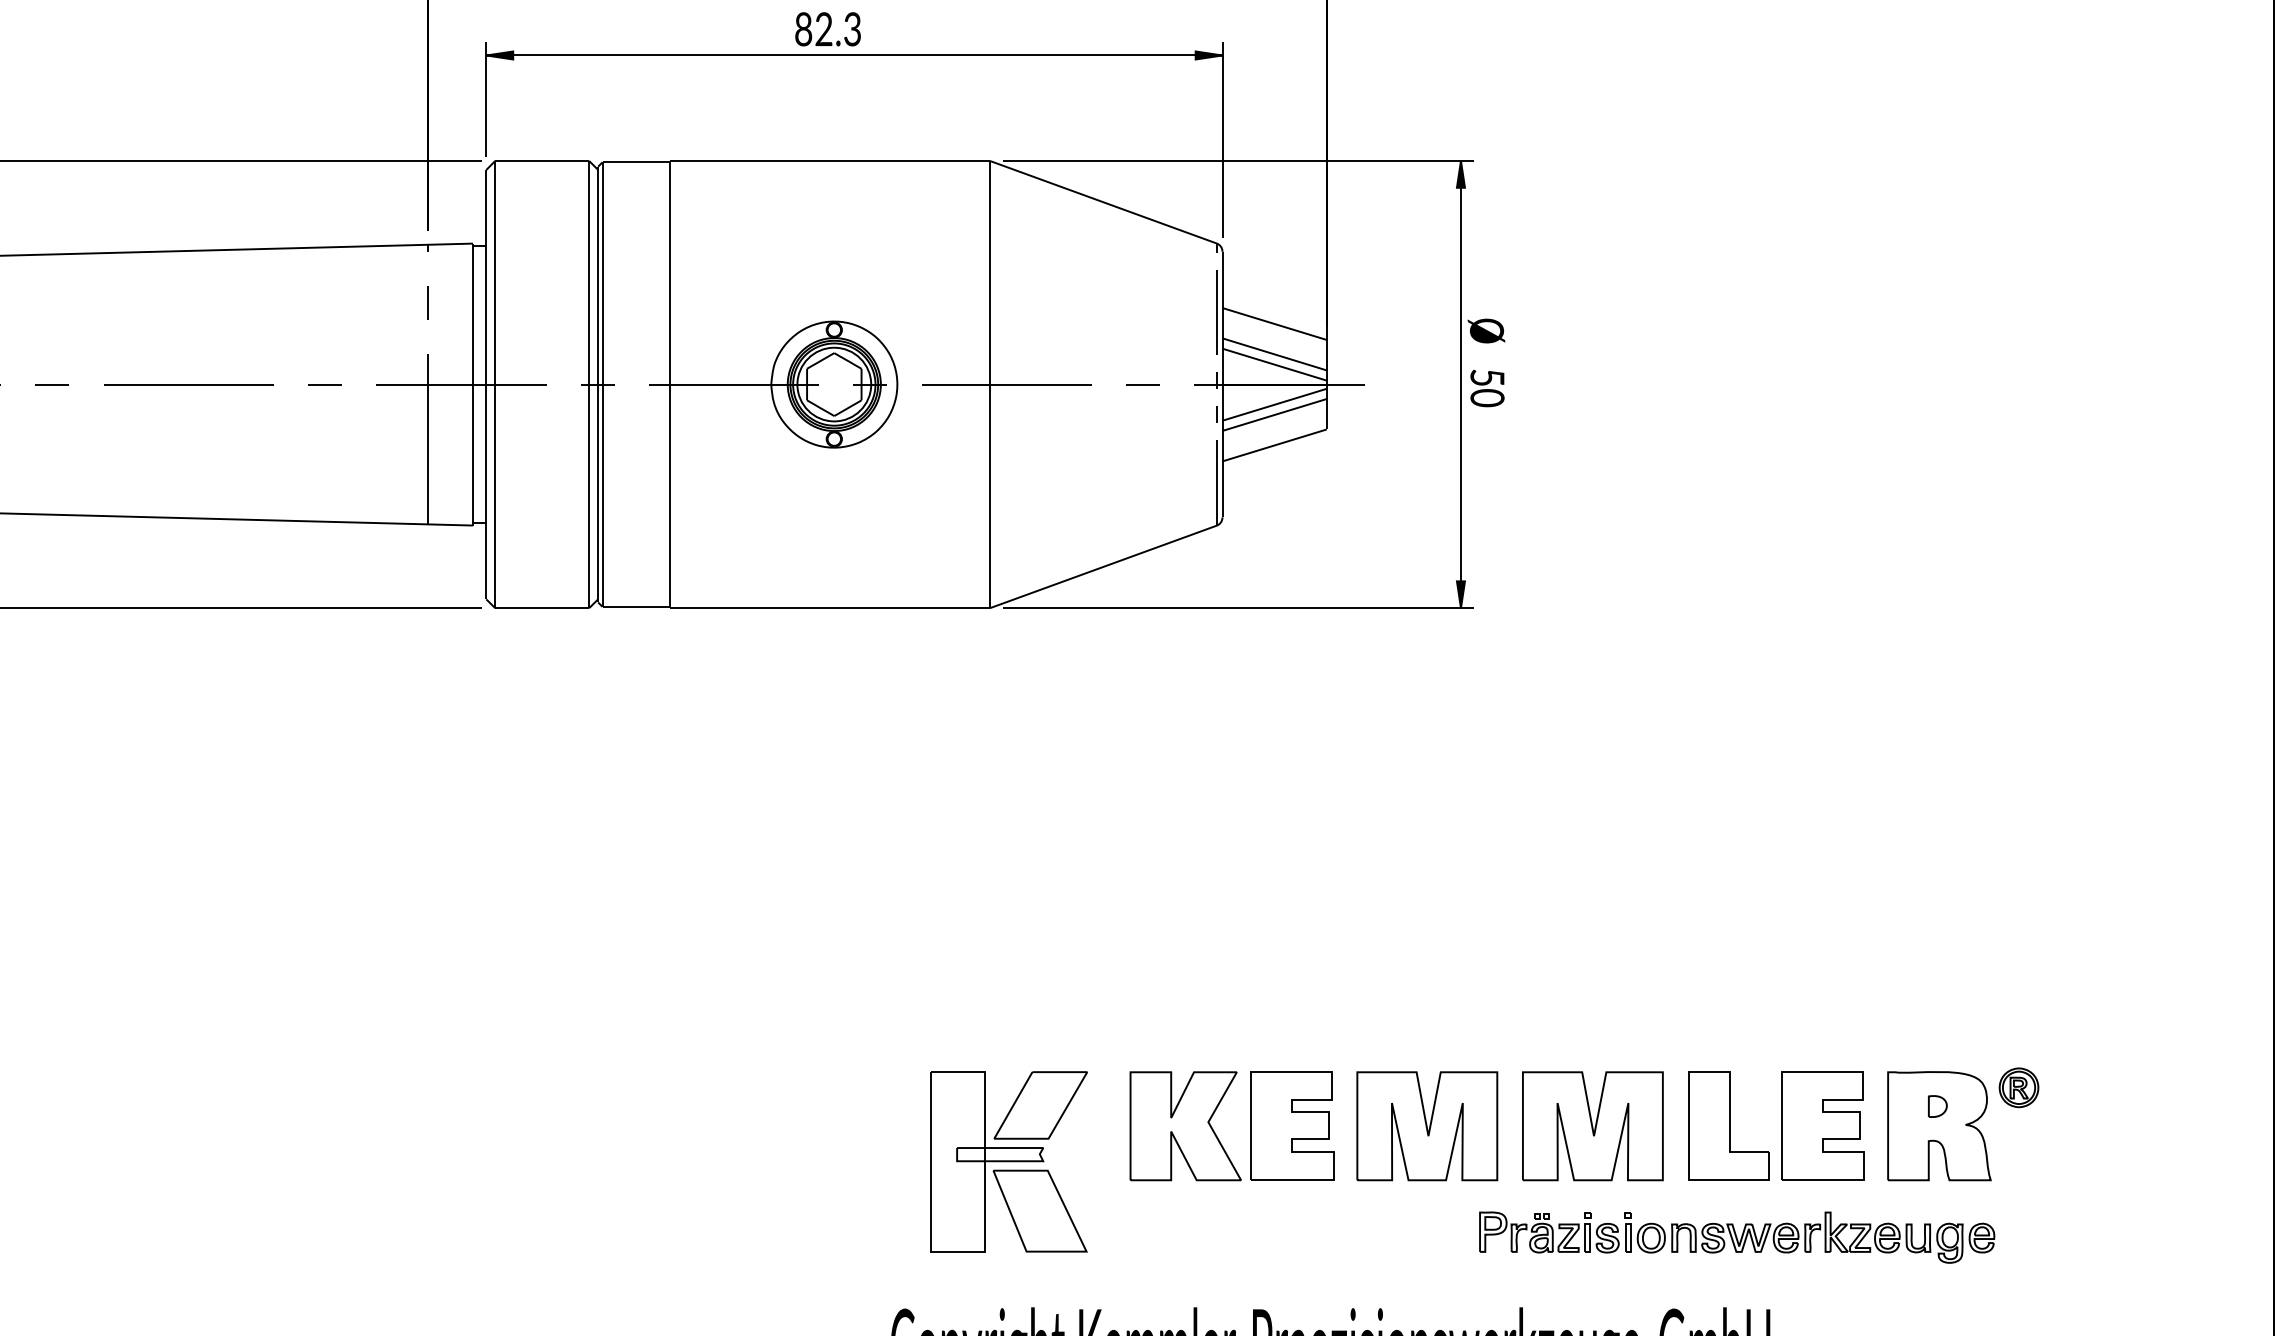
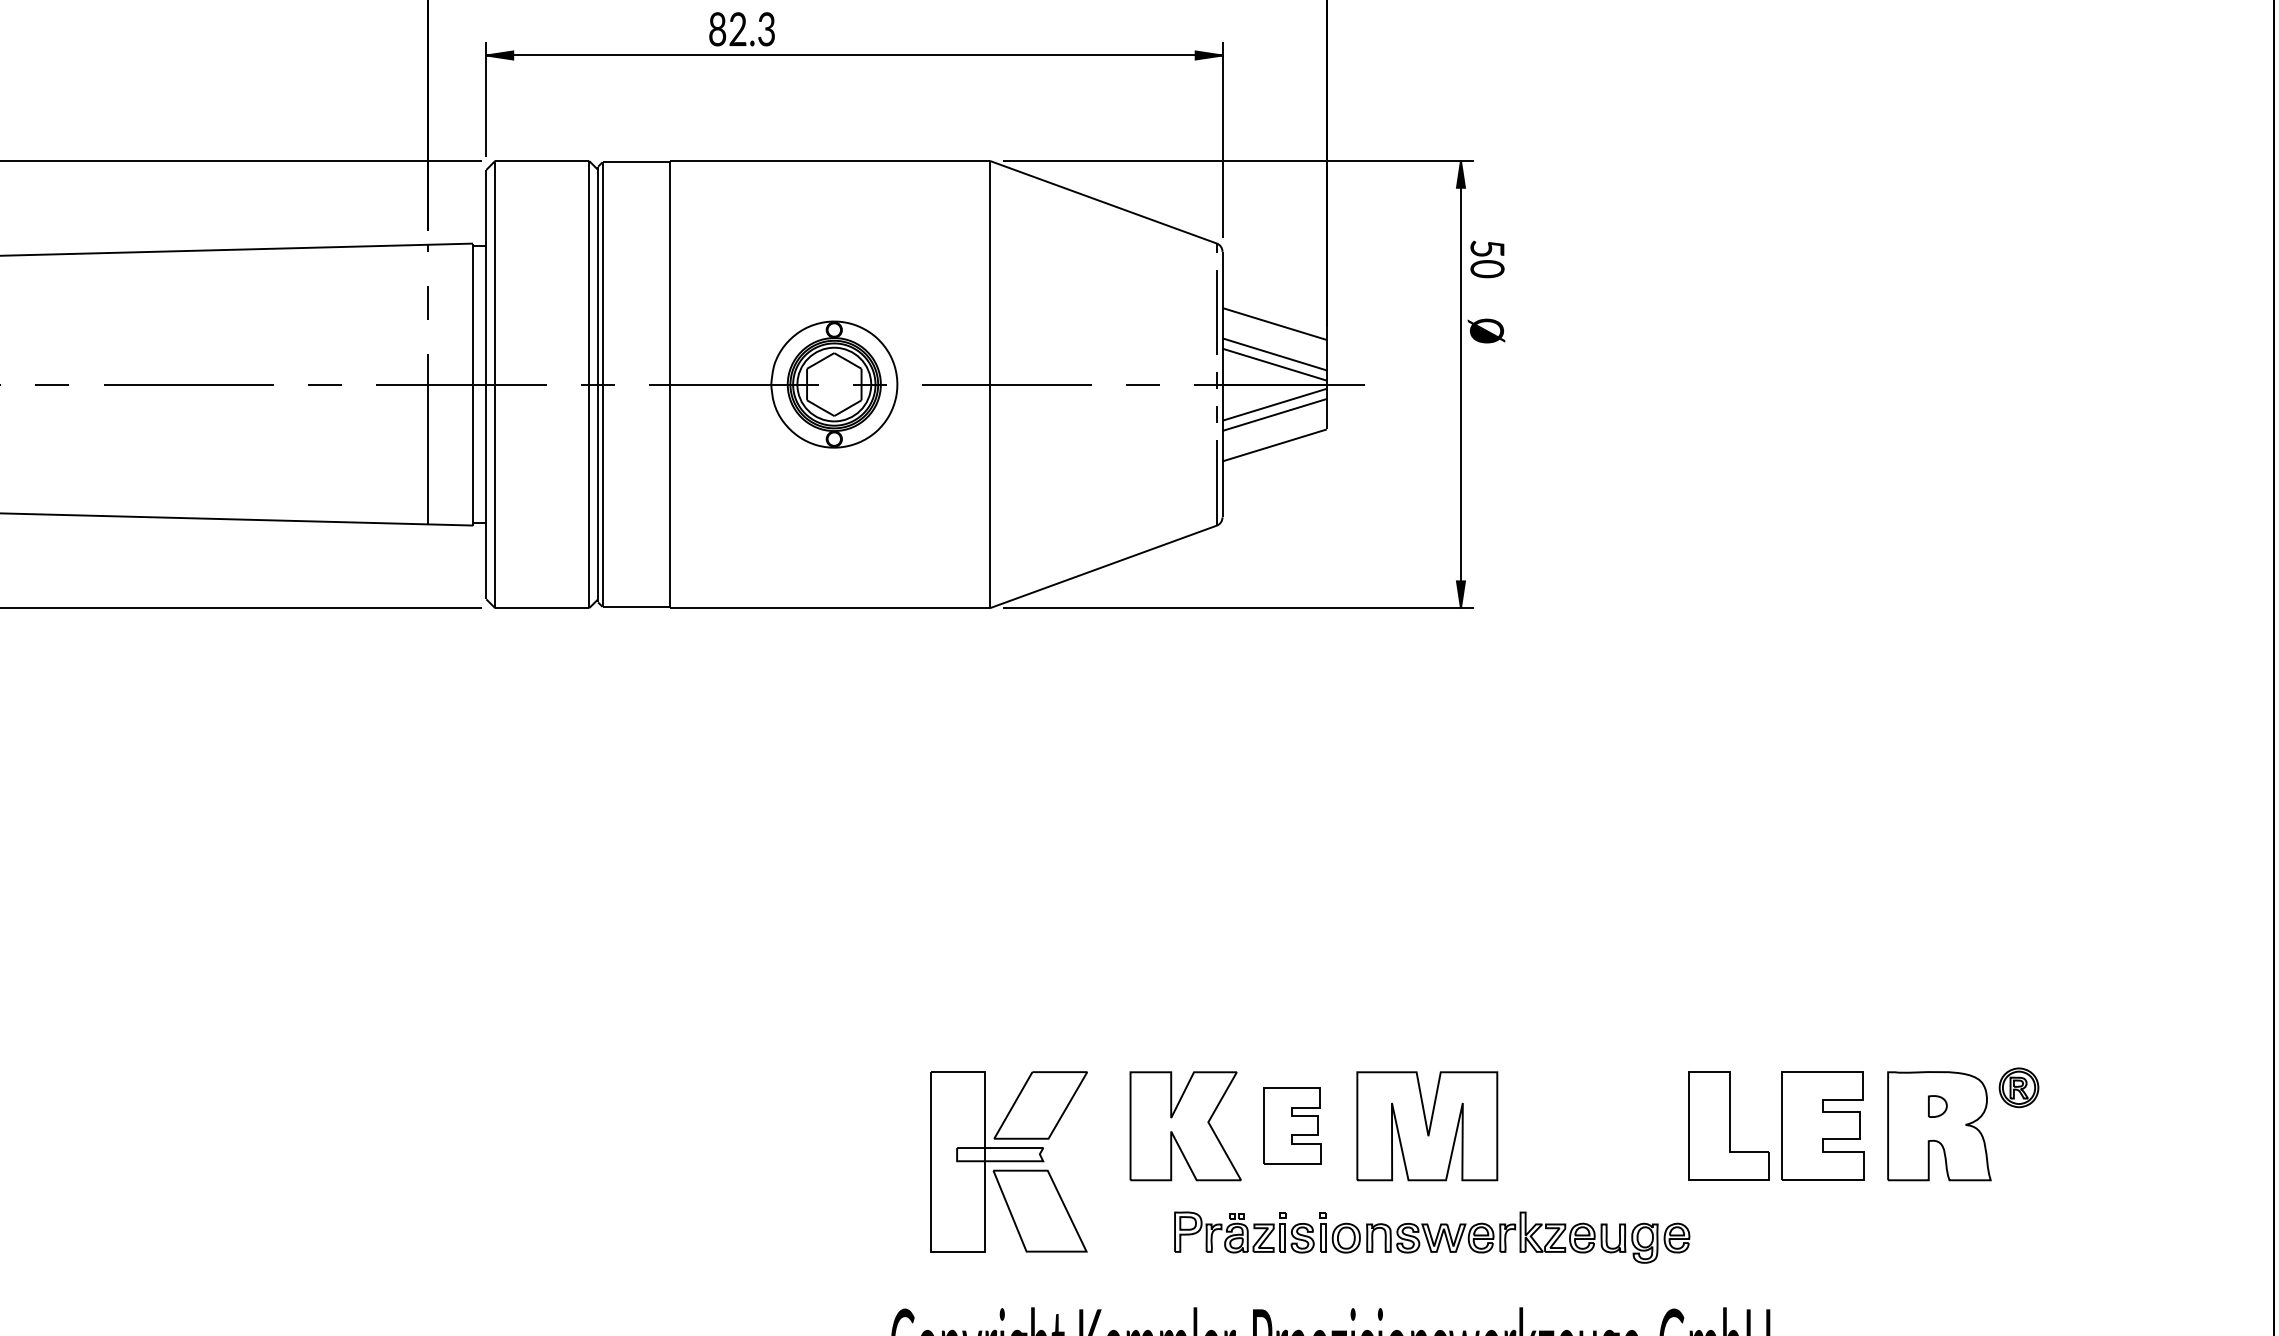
text at (827, 29) position: (827, 29) -> (741, 29)
text at (1487, 388) position: (1487, 388) -> (1487, 259)
part at (1292, 1125) size: 85x110 px -> 59x78 px
part at (1592, 1126): present -> none
part at (1737, 1237) position: (1737, 1237) -> (1432, 1237)
